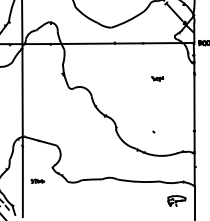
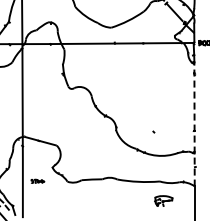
part at (157, 78): present -> none
line at (194, 123): solid -> dashed
part at (176, 200) position: (176, 200) -> (163, 200)
